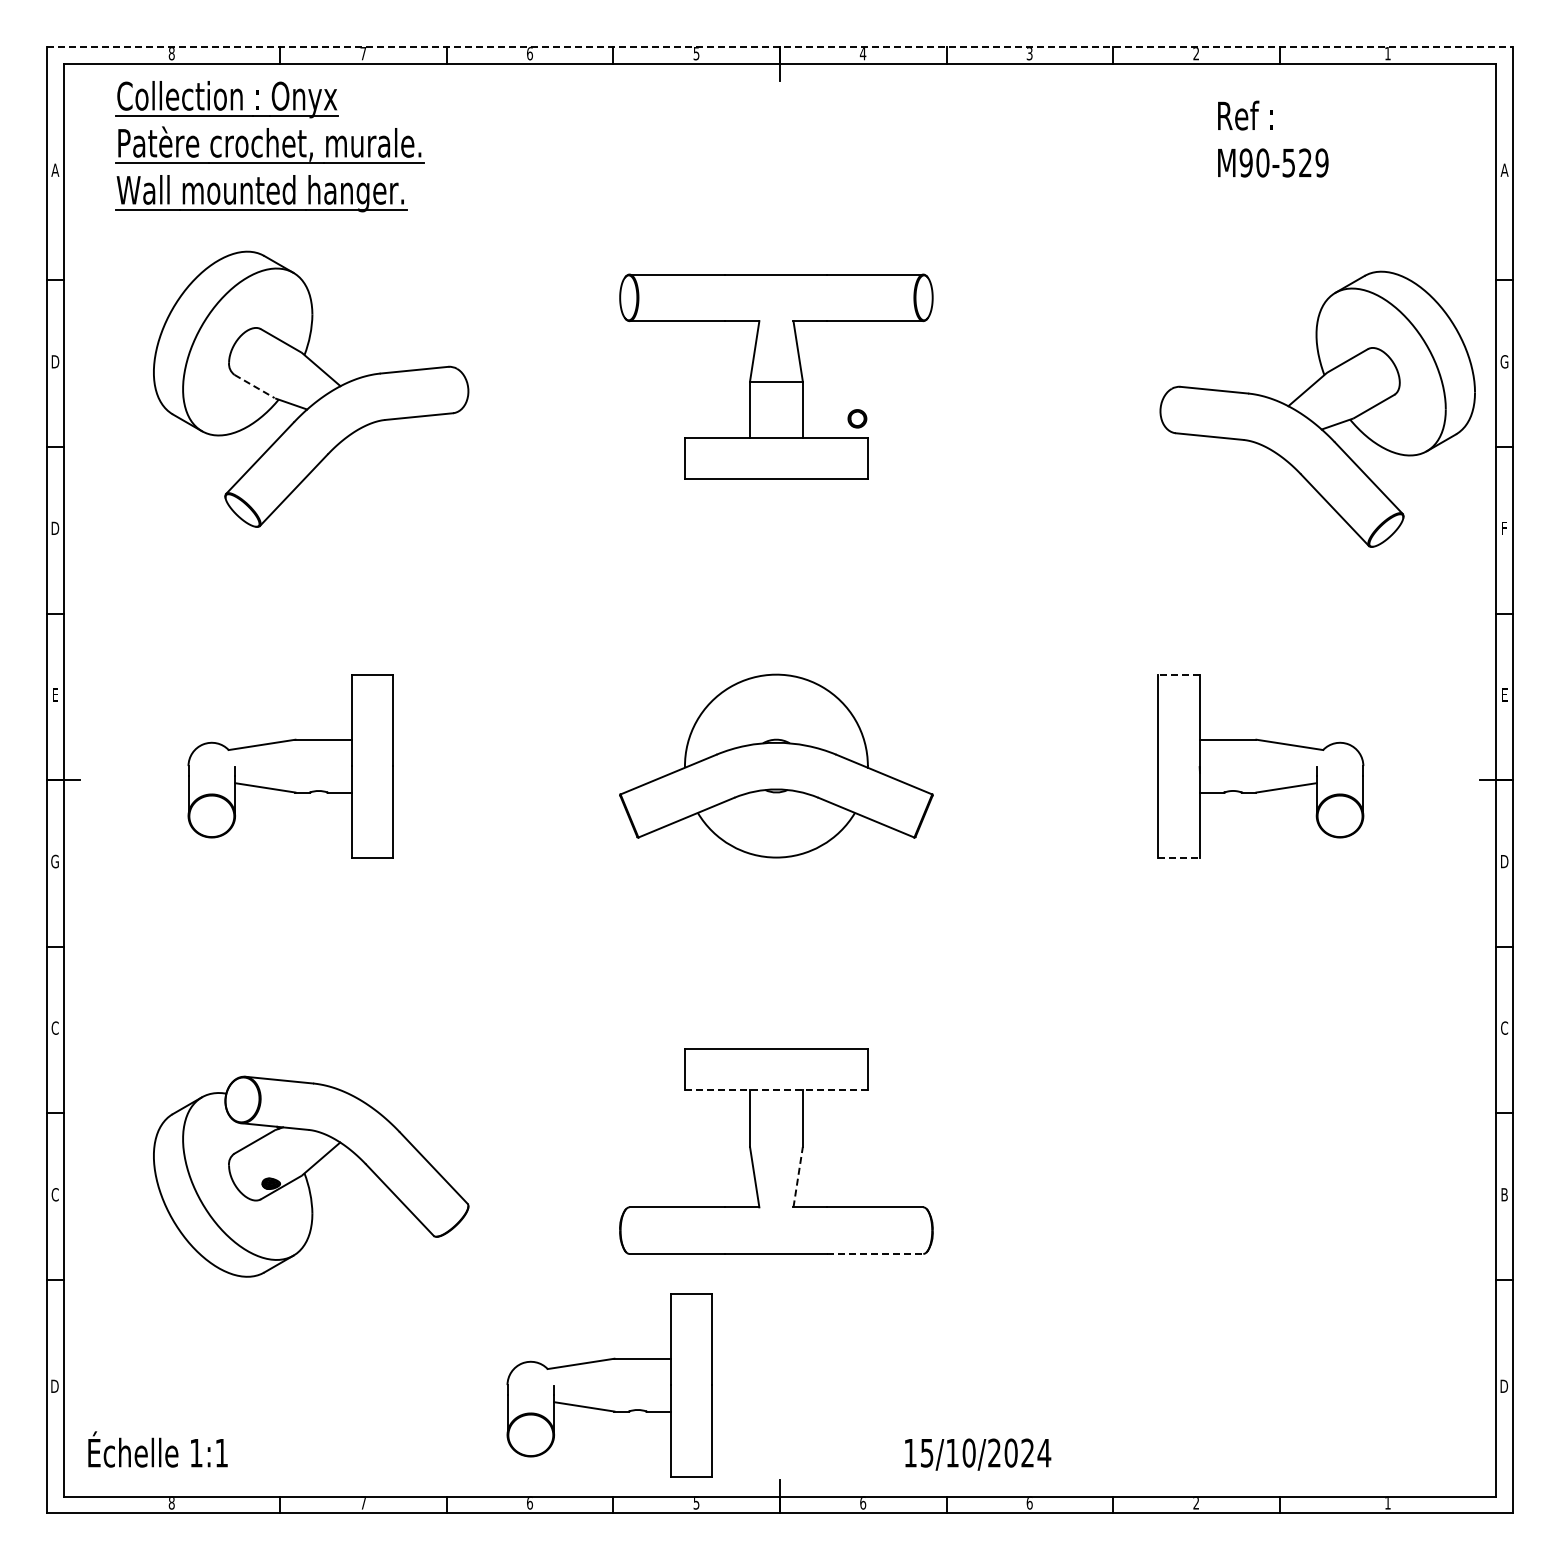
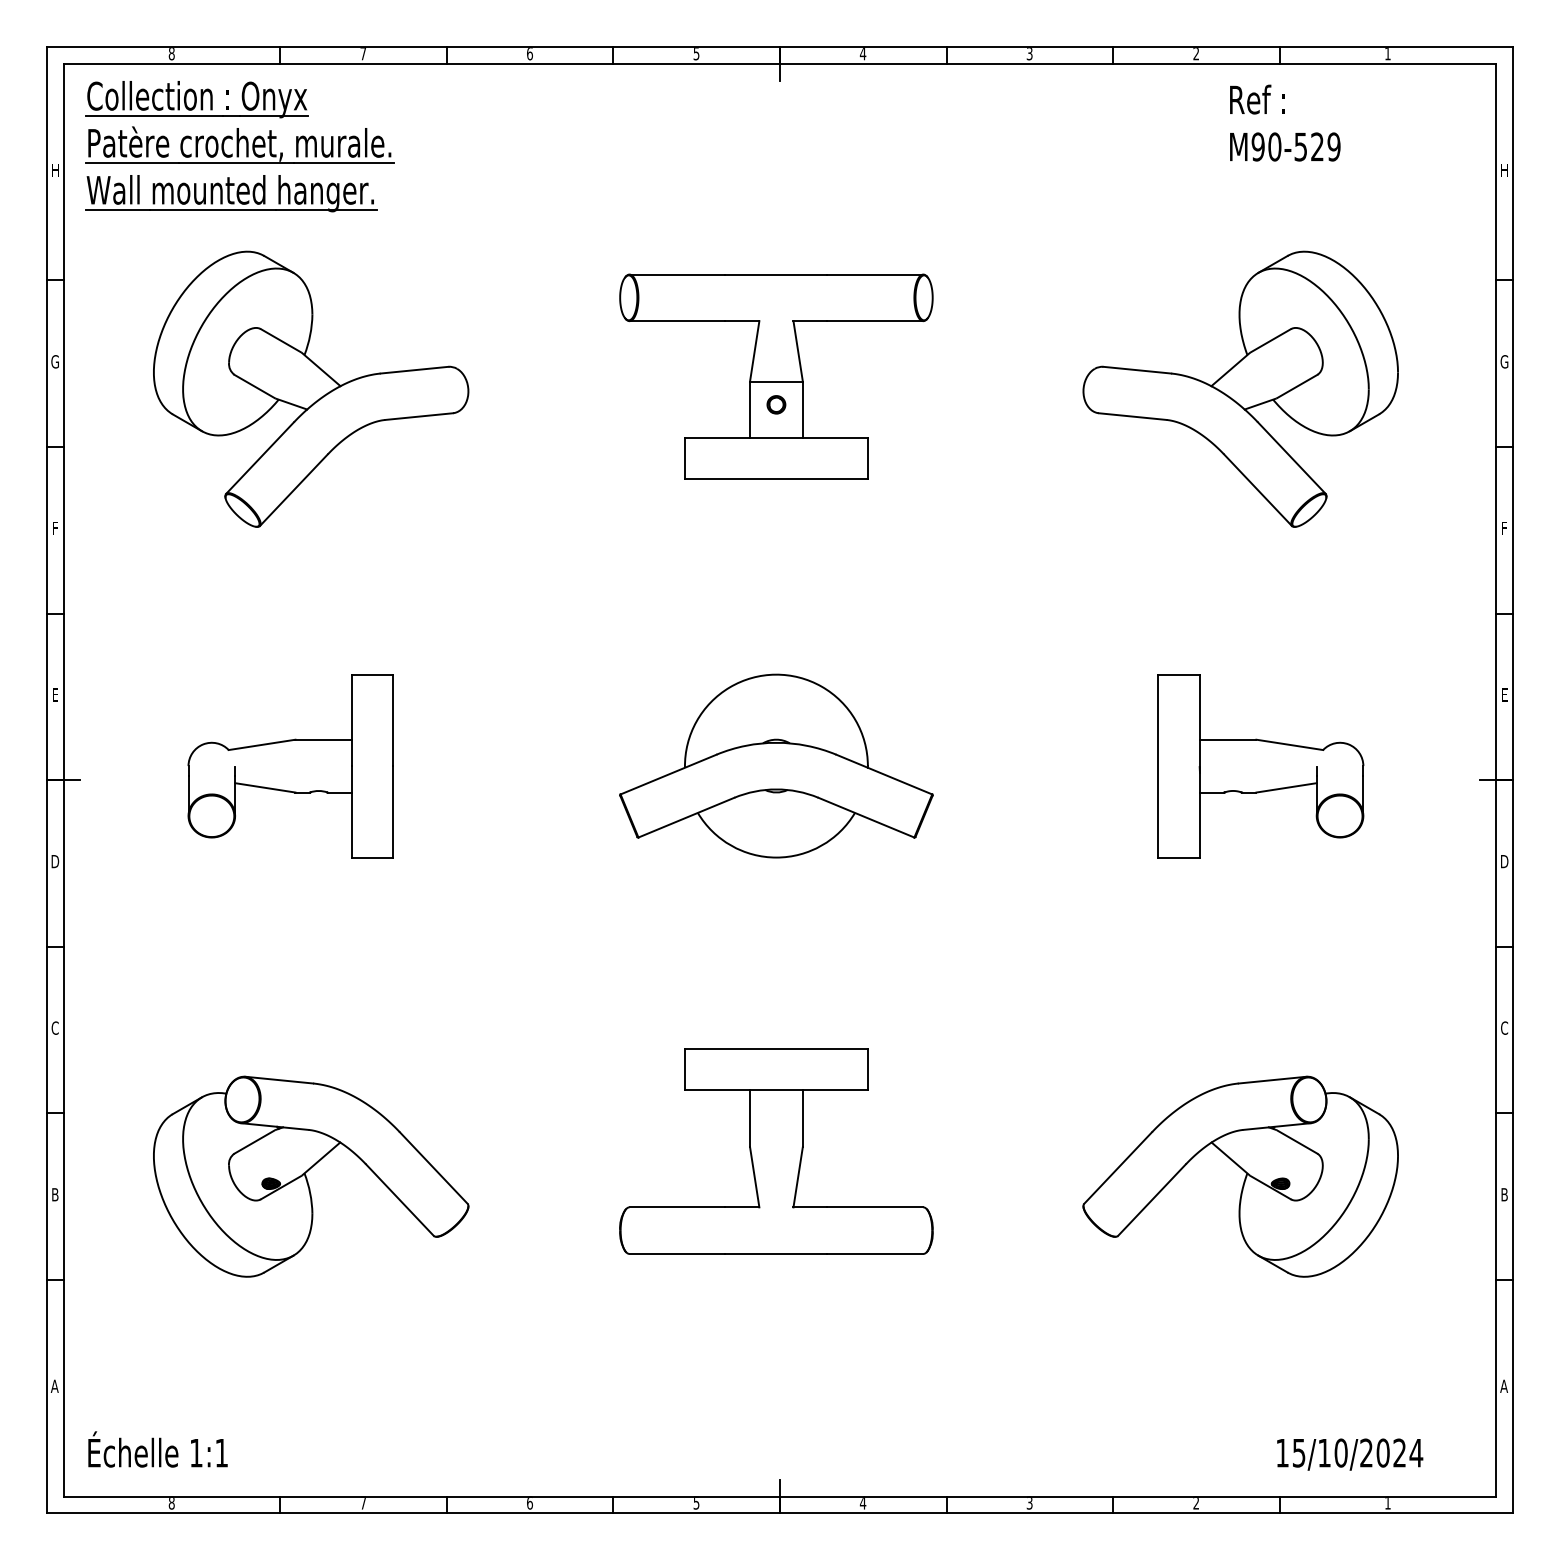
line at (780, 47): dashed -> solid
text at (1273, 138) position: (1273, 138) -> (1285, 122)
part at (269, 146) position: (269, 146) -> (239, 146)
text at (55, 169): A -> H
text at (1504, 169): A -> H
text at (55, 361): D -> G
line at (254, 386): dashed -> solid
part at (1317, 408) position: (1317, 408) -> (1240, 388)
part at (857, 418) position: (857, 418) -> (776, 404)
text at (55, 527): D -> F
line at (1179, 674): dashed -> solid
line at (1179, 857): dashed -> solid
text at (55, 861): G -> D
line at (775, 1090): dashed -> solid
part at (1240, 1176): none -> present
line at (798, 1177): dashed -> solid
text at (54, 1194): C -> B
line at (875, 1253): dashed -> solid
text at (54, 1385): D -> A
part at (609, 1385): present -> none
text at (1504, 1385): D -> A
text at (978, 1454) position: (978, 1454) -> (1350, 1454)
text at (862, 1503): 6 -> 4
text at (1029, 1503): 6 -> 3
